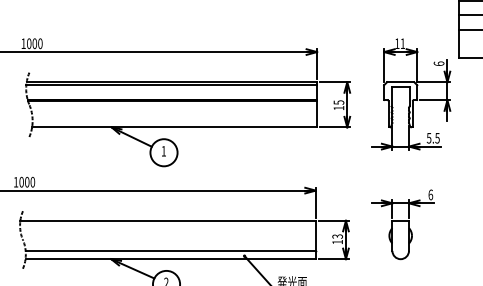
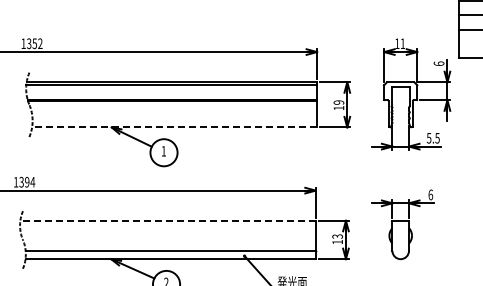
text at (34, 43): 1000 -> 1352
text at (338, 102): 15 -> 19
line at (174, 127): solid -> dashed
text at (27, 181): 1000 -> 1394
line at (168, 220): solid -> dashed
